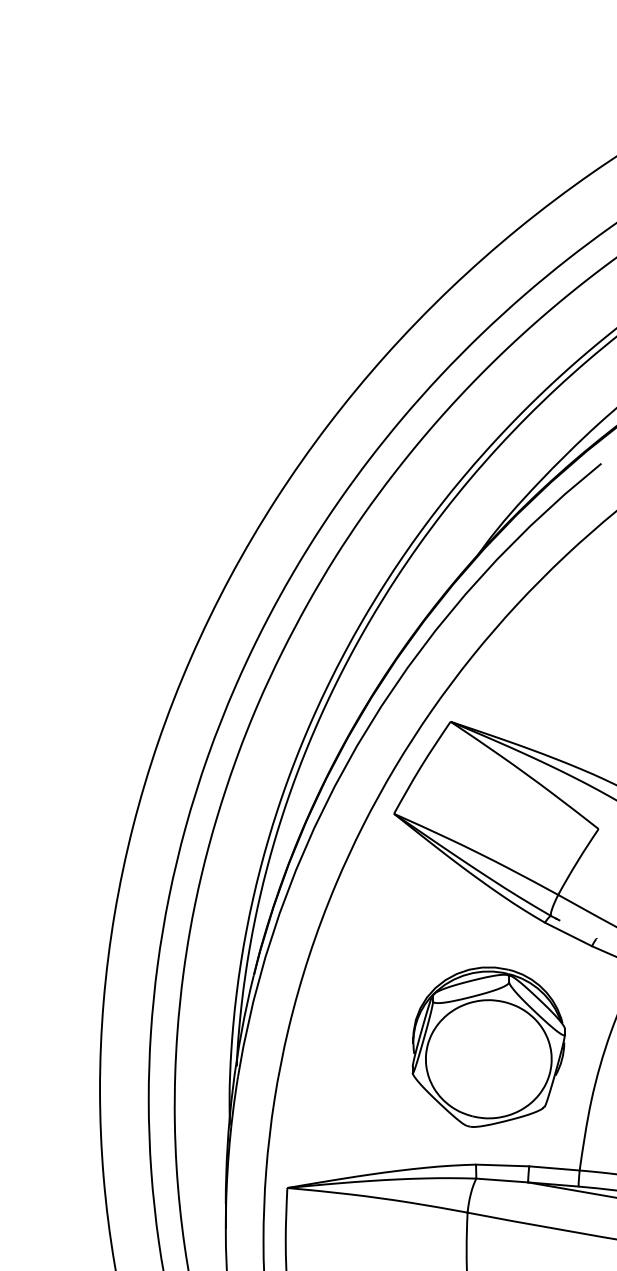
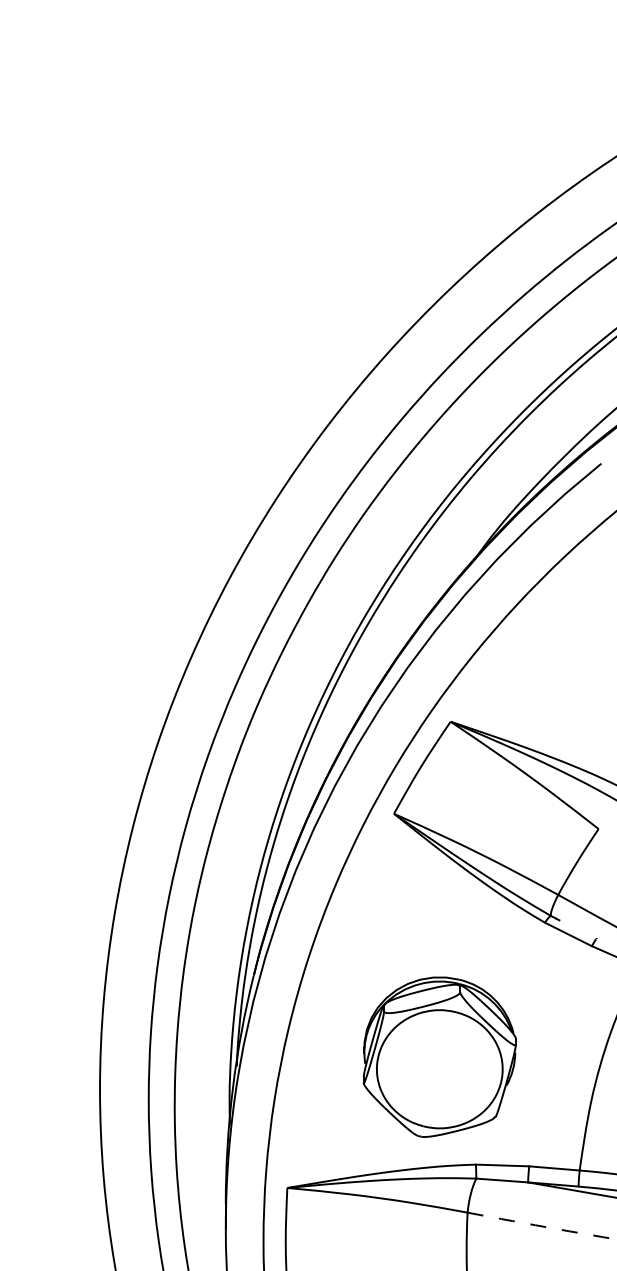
part at (488, 1046) position: (488, 1046) -> (439, 1056)
arc at (542, 1226): solid -> dashed
